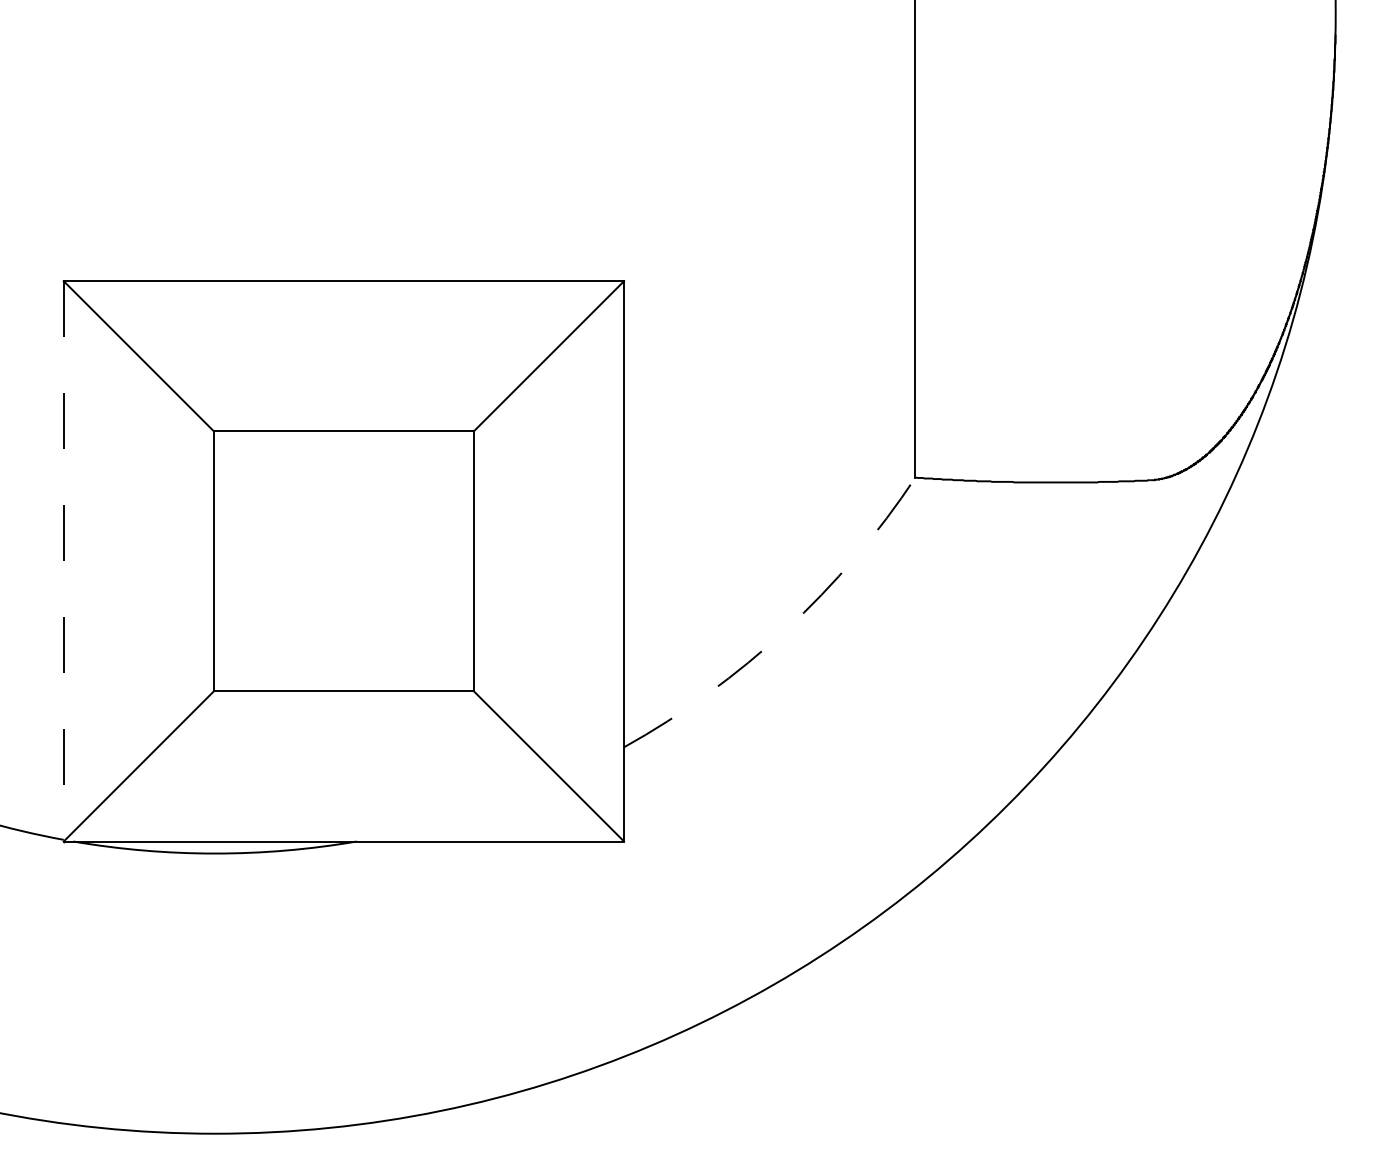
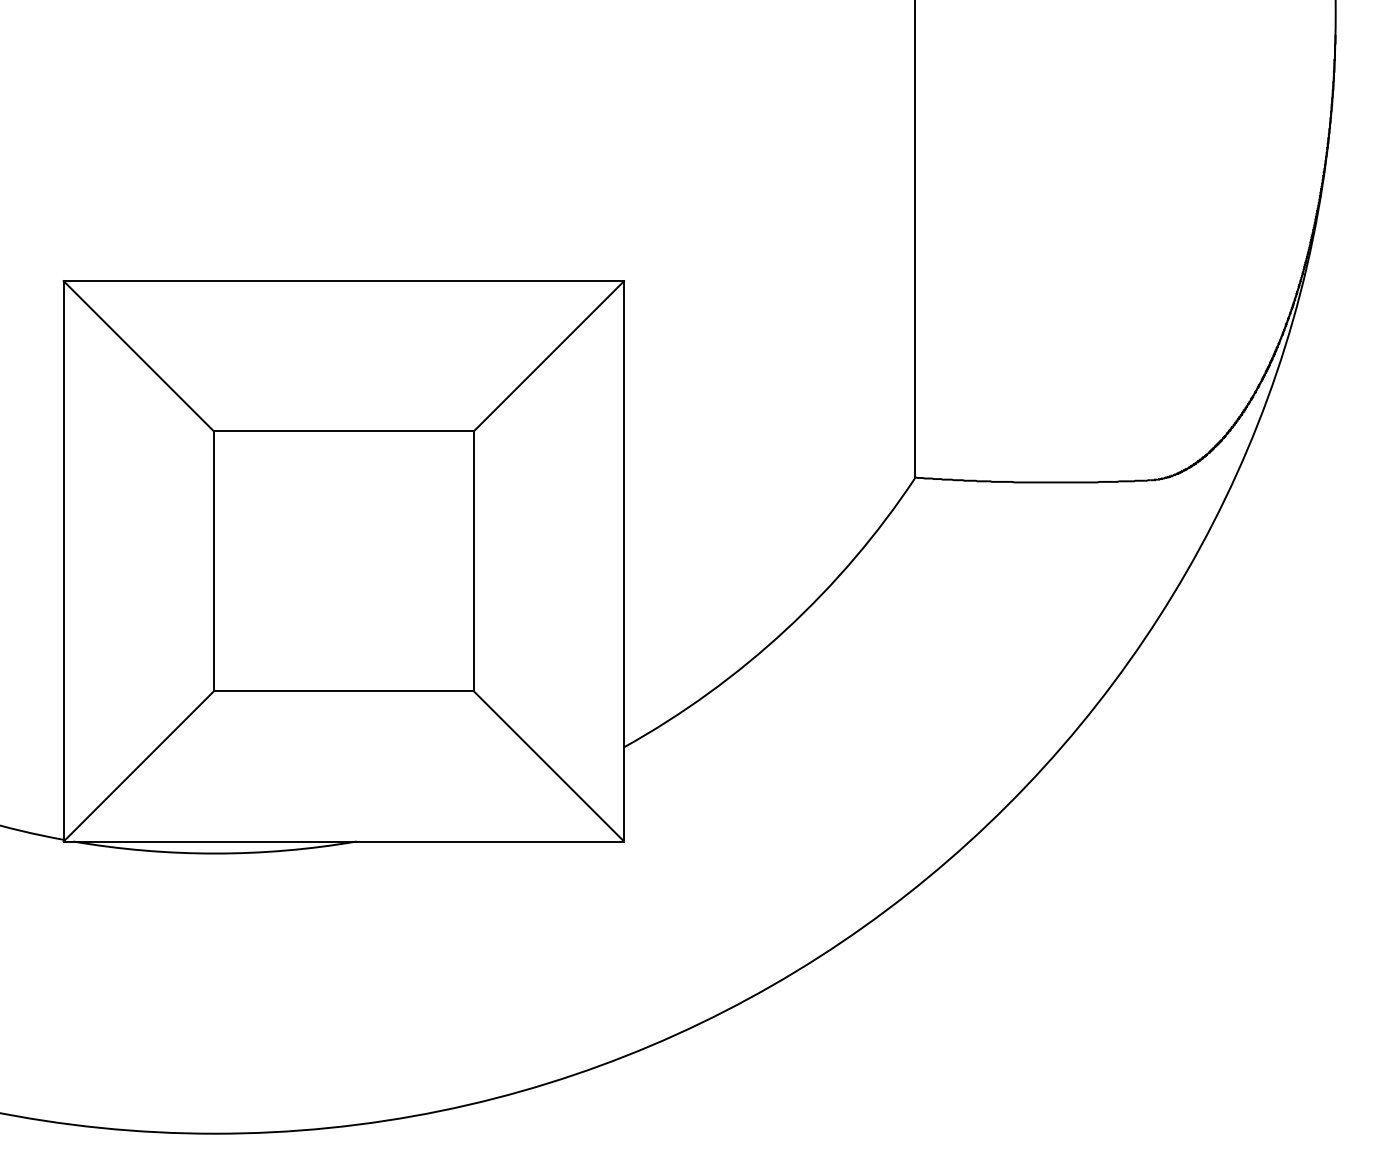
line at (63, 561): dashed -> solid
arc at (785, 629): dashed -> solid
